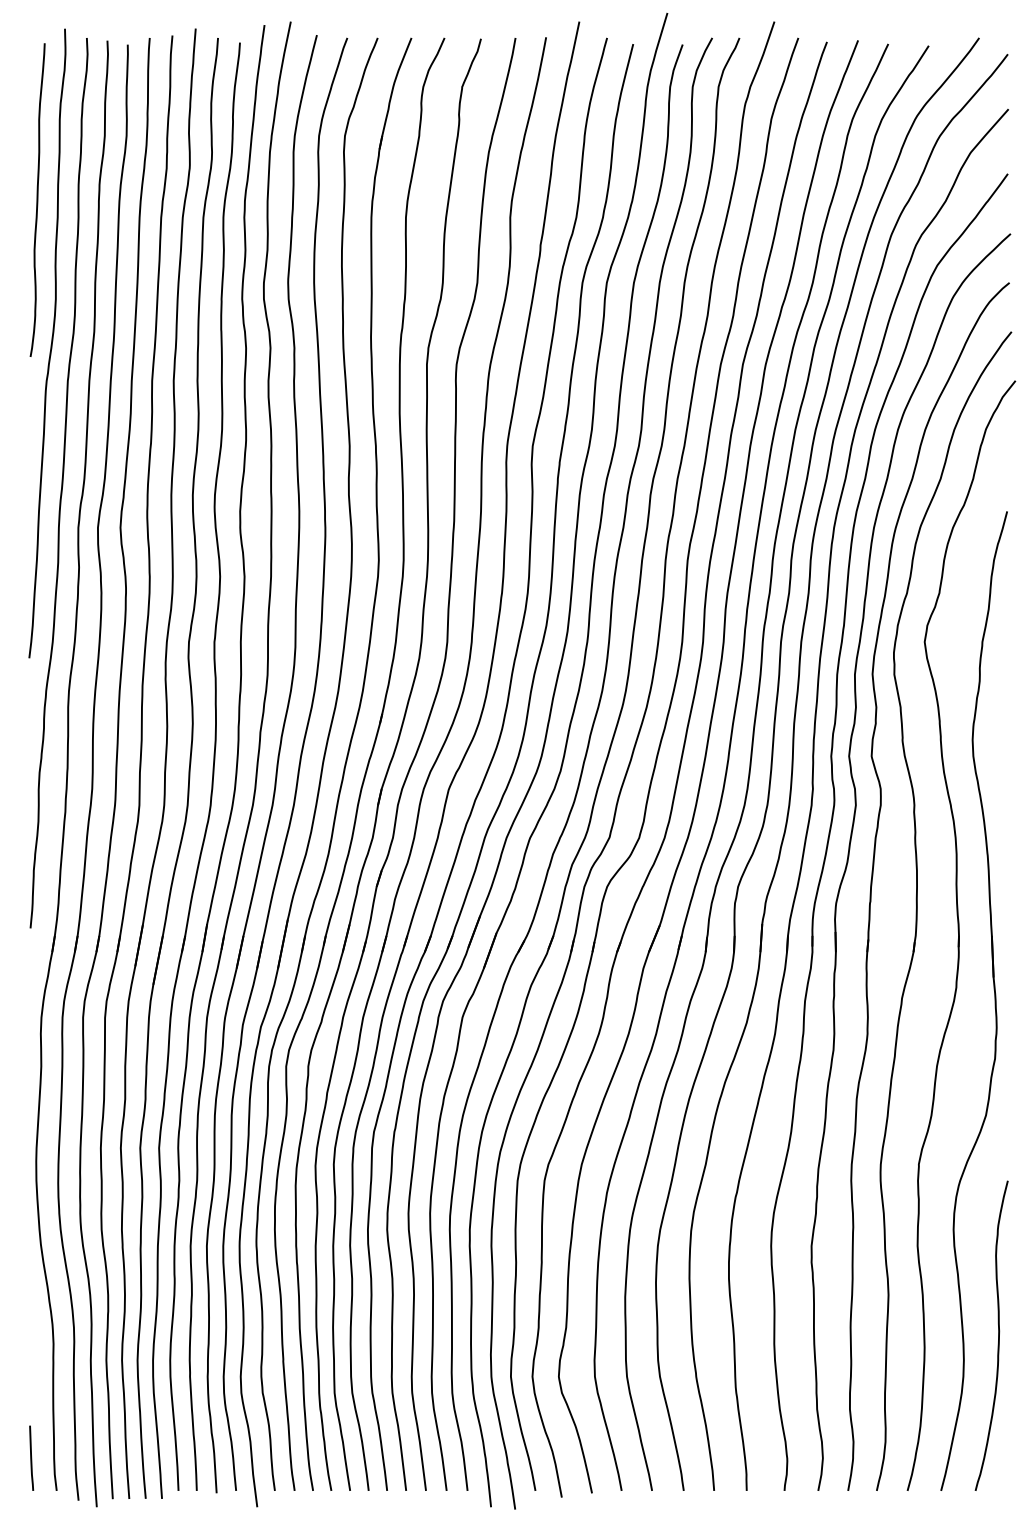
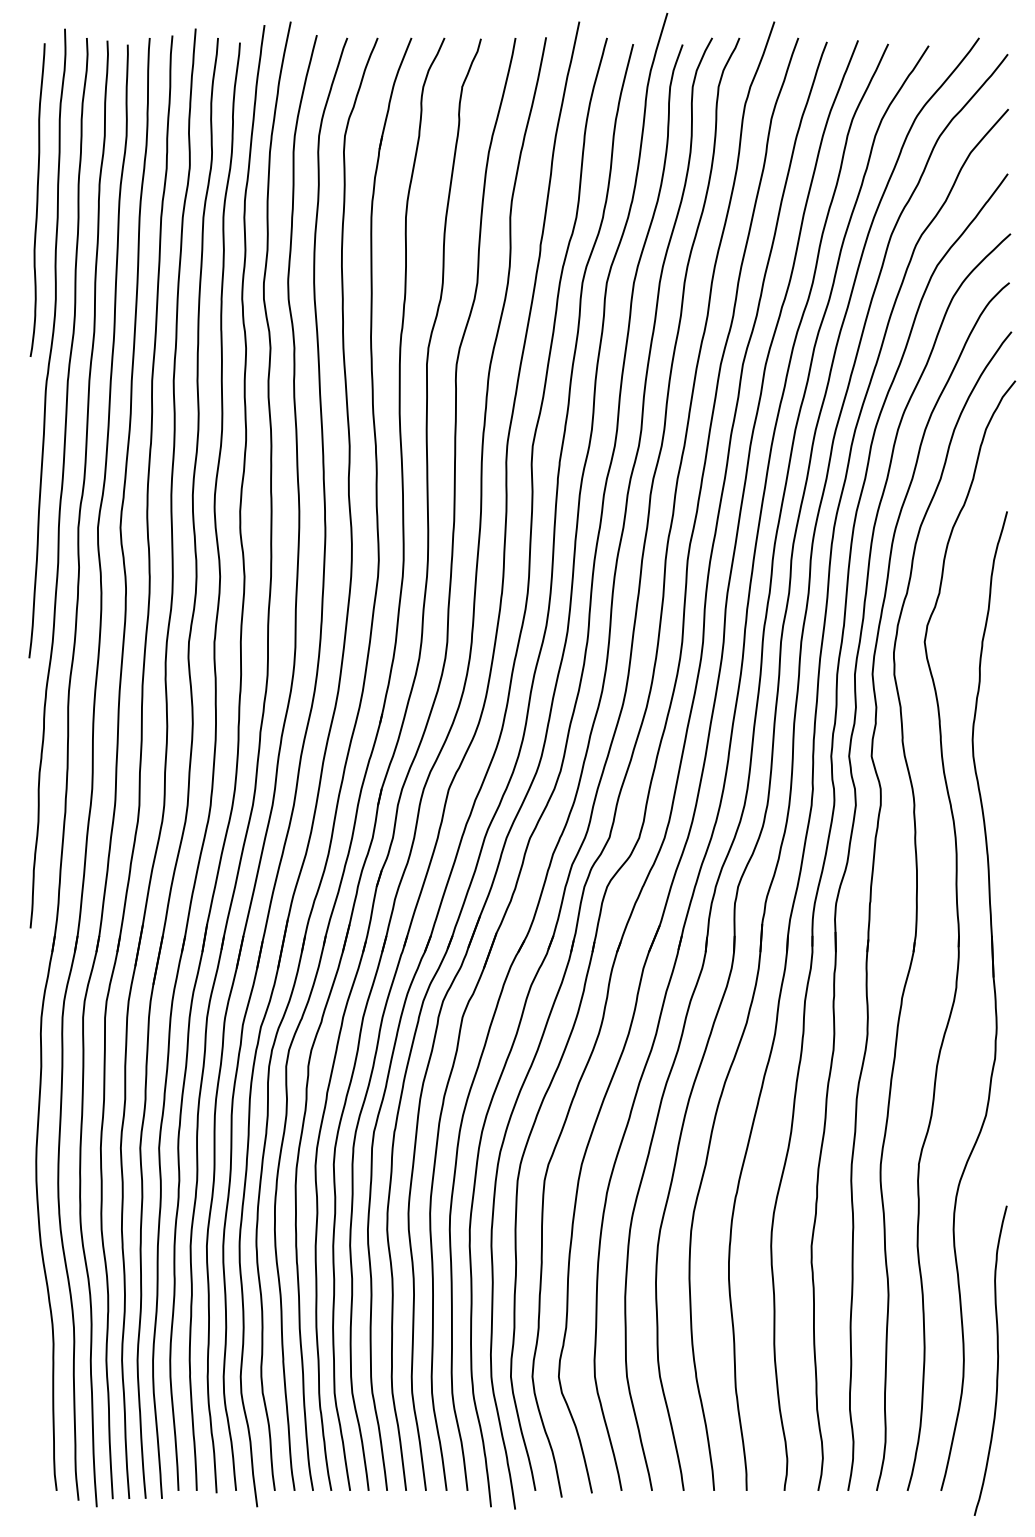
curve at (998, 1335) position: (998, 1335) -> (997, 1360)
line at (31, 1457): present -> none
